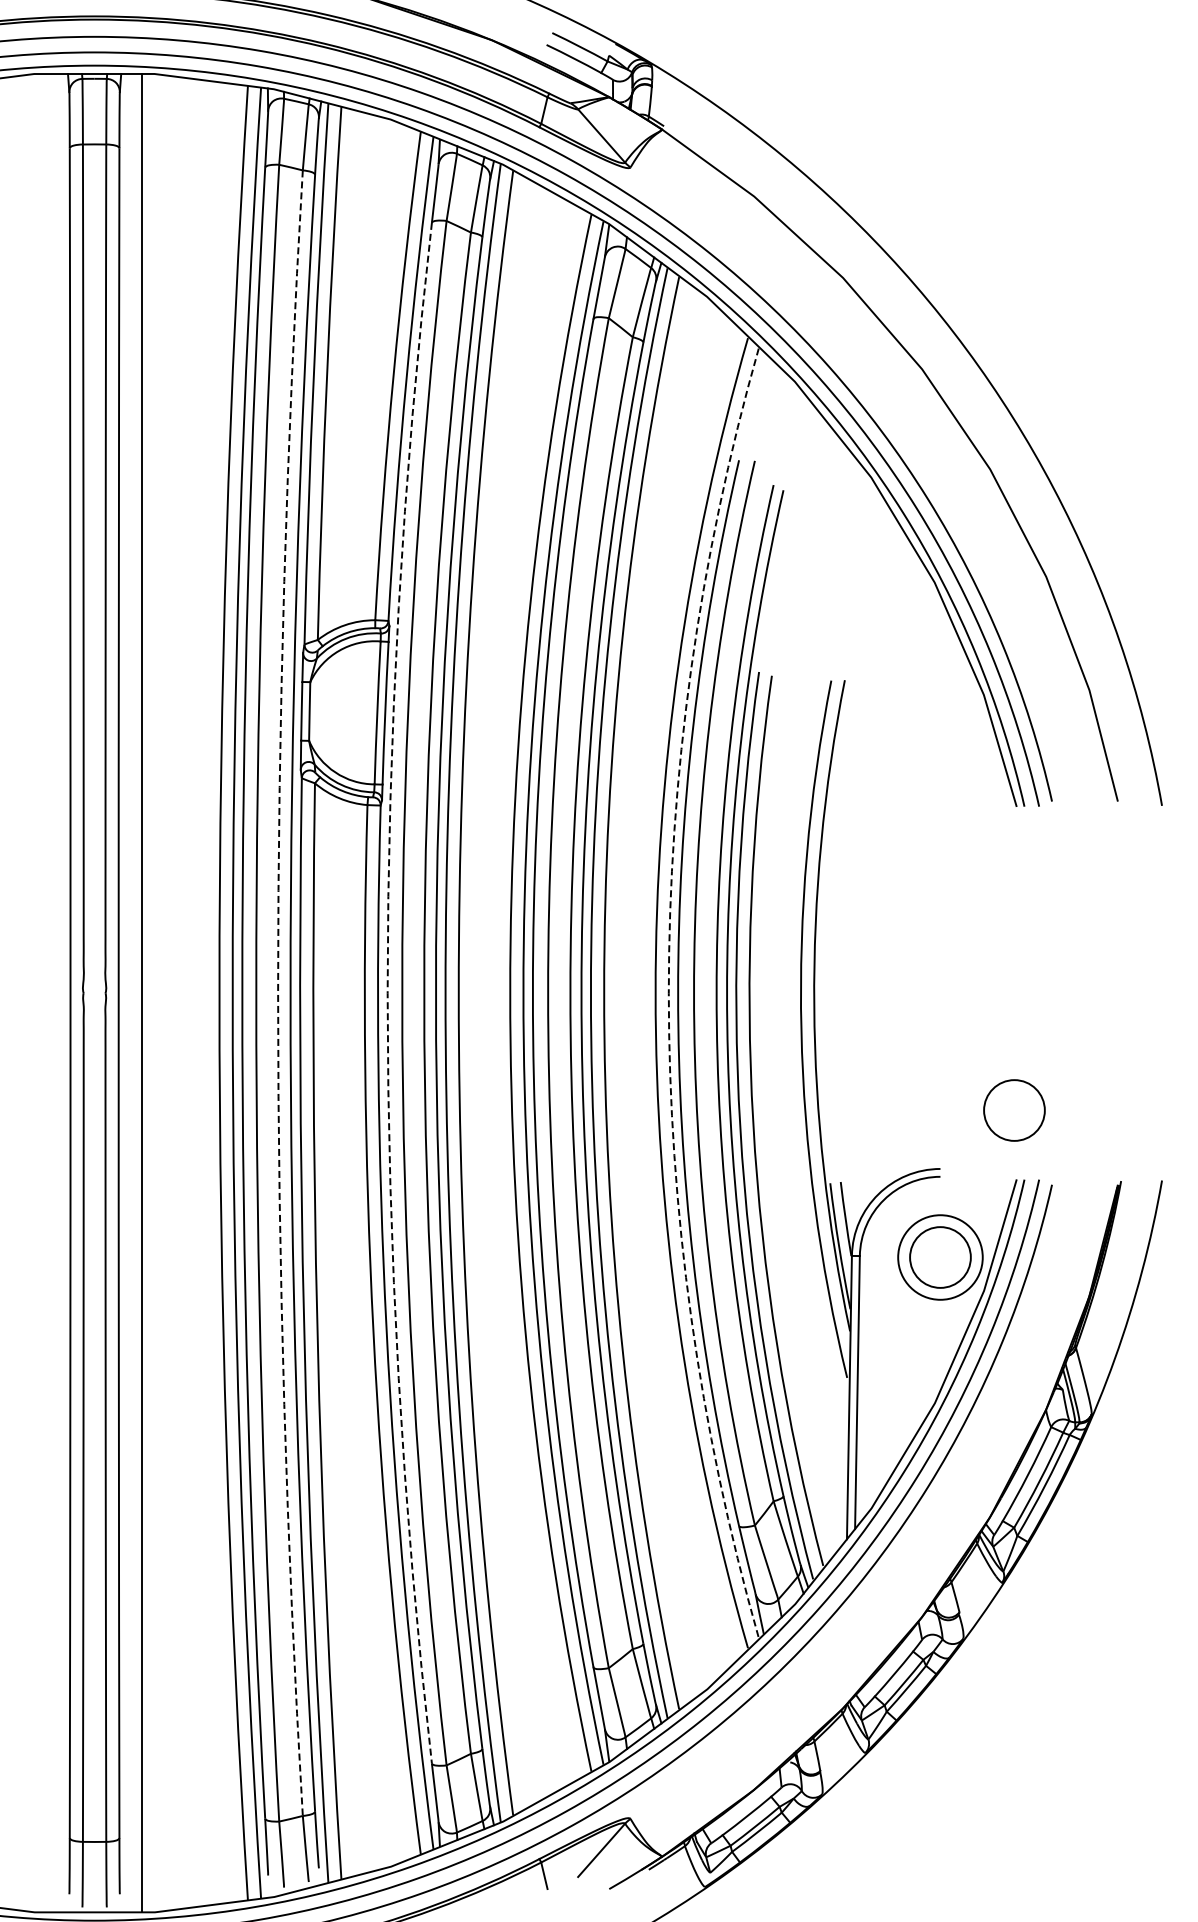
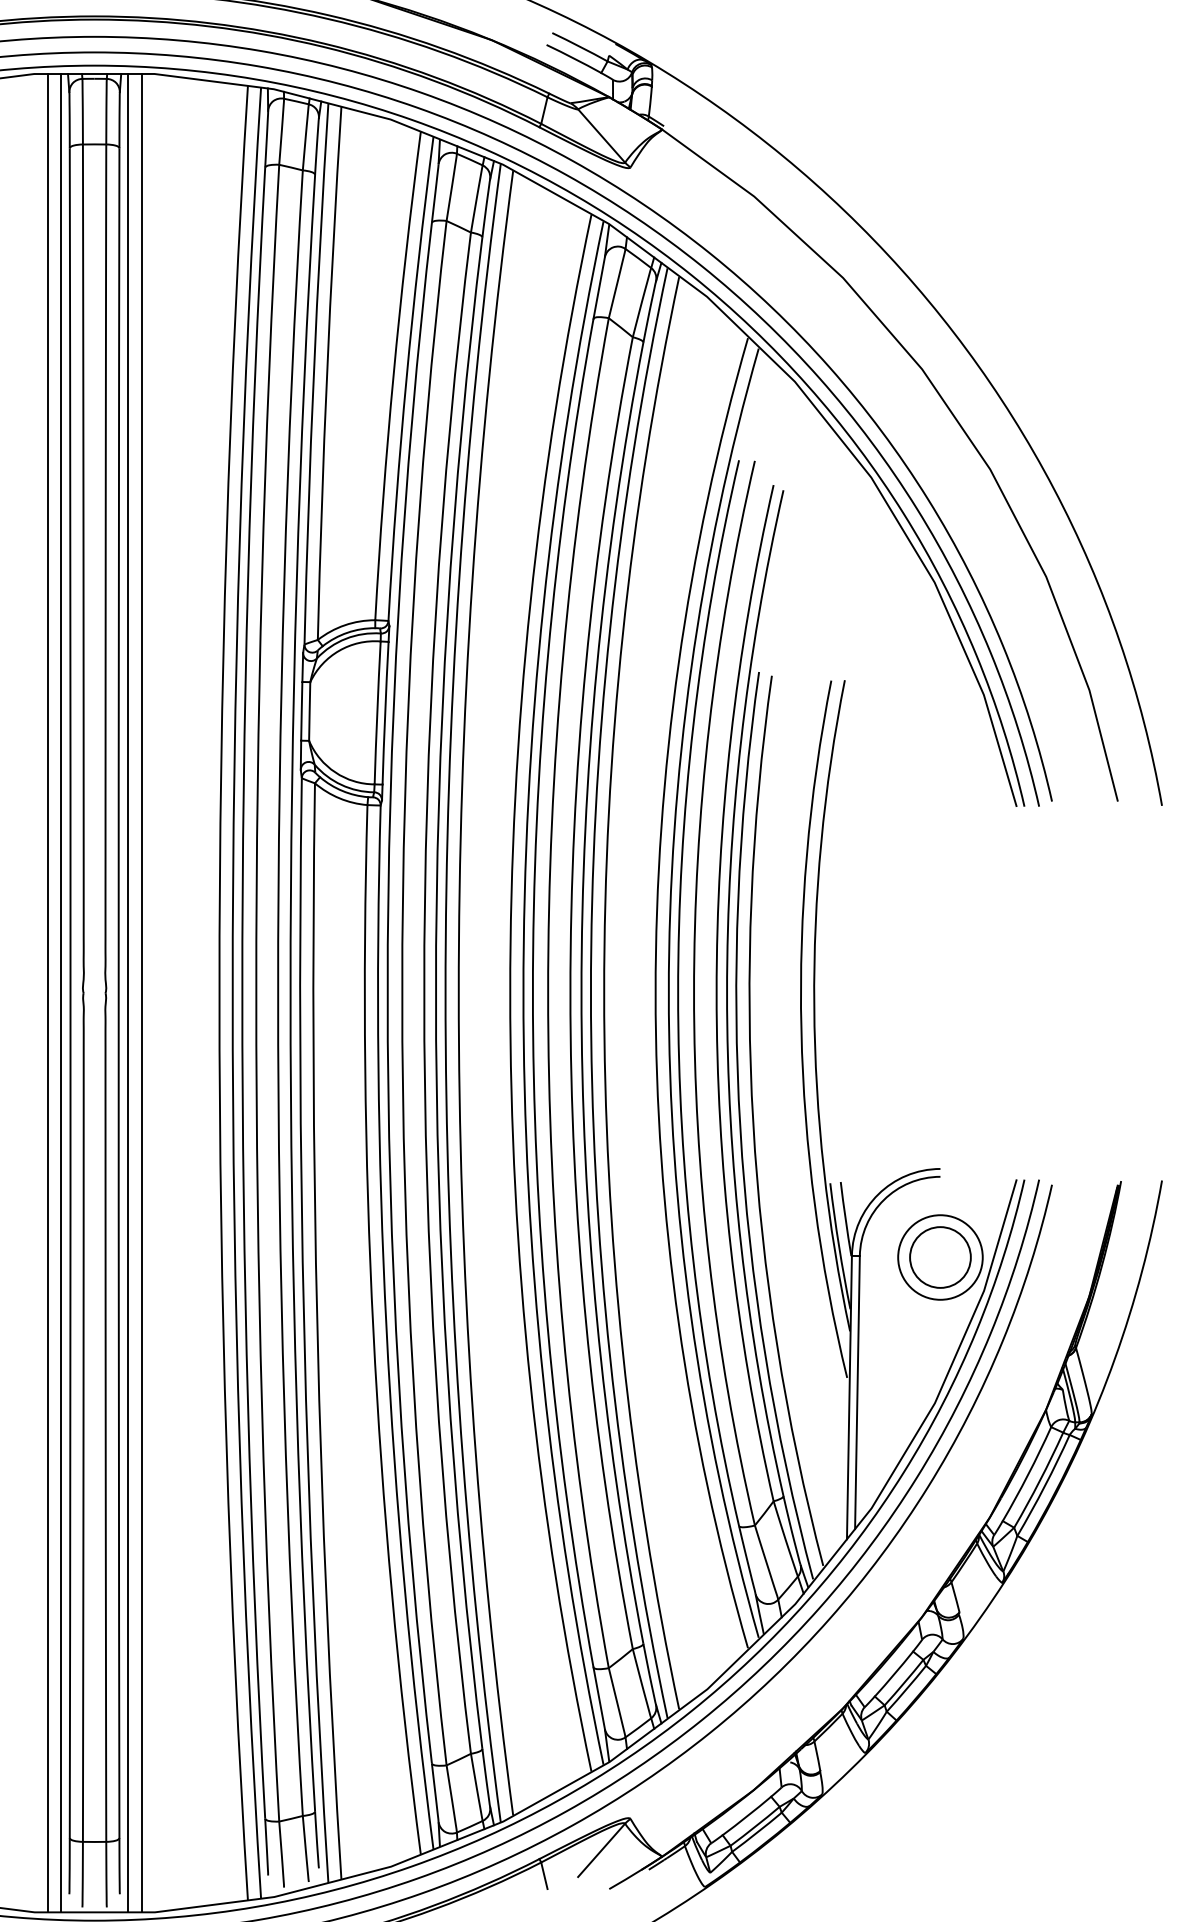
line at (128, 992): none -> present
line at (47, 993): none -> present
line at (60, 993): none -> present
arc at (278, 993): dashed -> solid
arc at (387, 993): dashed -> solid
arc at (668, 993): dashed -> solid
circle at (1014, 1110): present -> none
